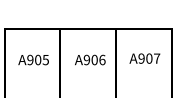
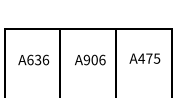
text at (149, 58): A907 -> A475
text at (38, 59): A905 -> A636
